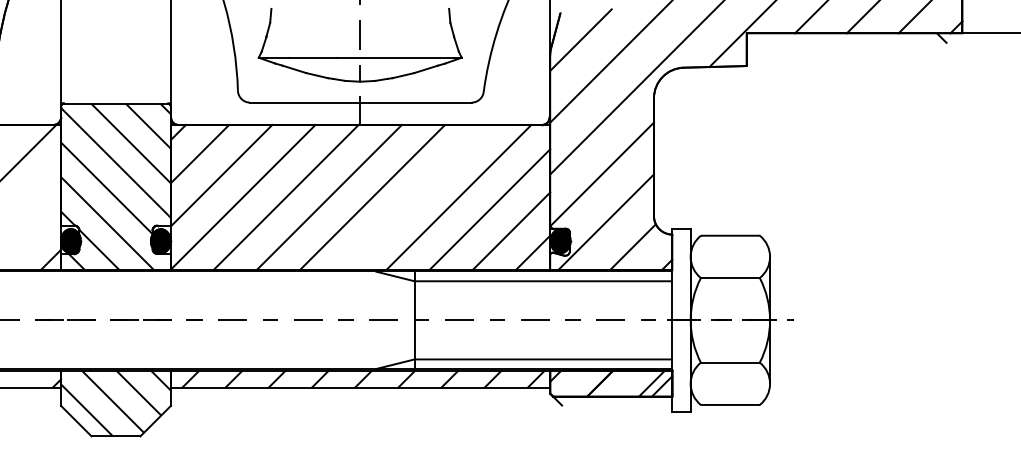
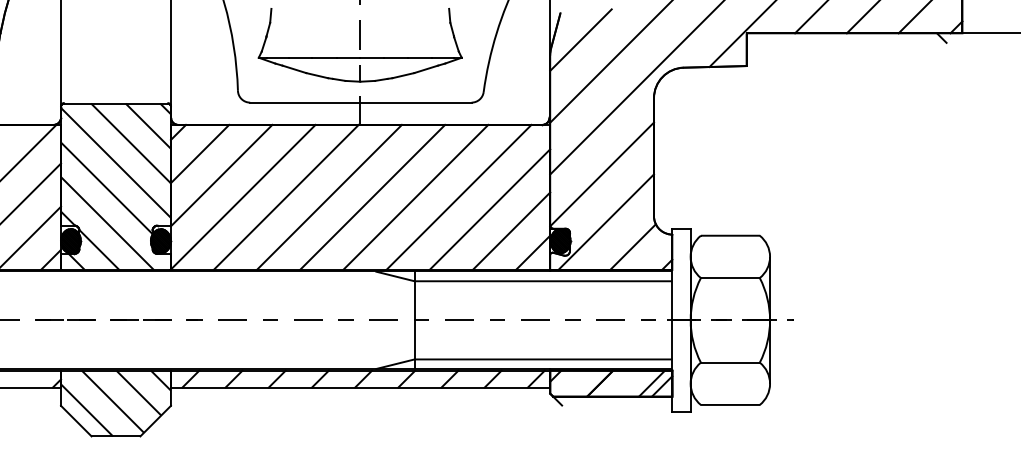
line at (31, 192): none -> present
line at (415, 196): none -> present
line at (31, 235): none -> present
